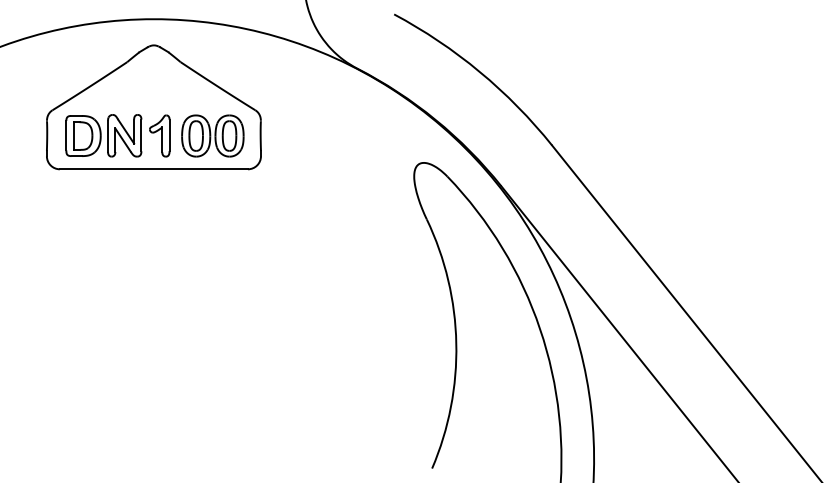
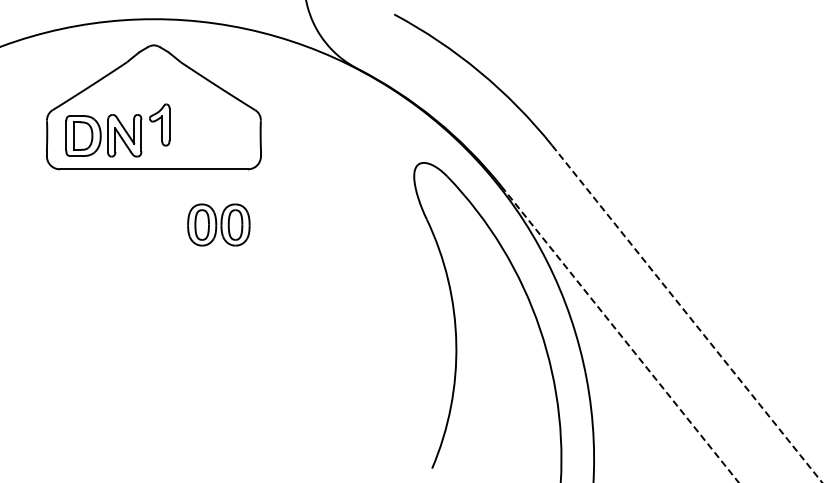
part at (159, 135) position: (159, 135) -> (159, 124)
part at (212, 135) position: (212, 135) -> (218, 224)
line at (687, 314): solid -> dashed
line at (620, 334): solid -> dashed
